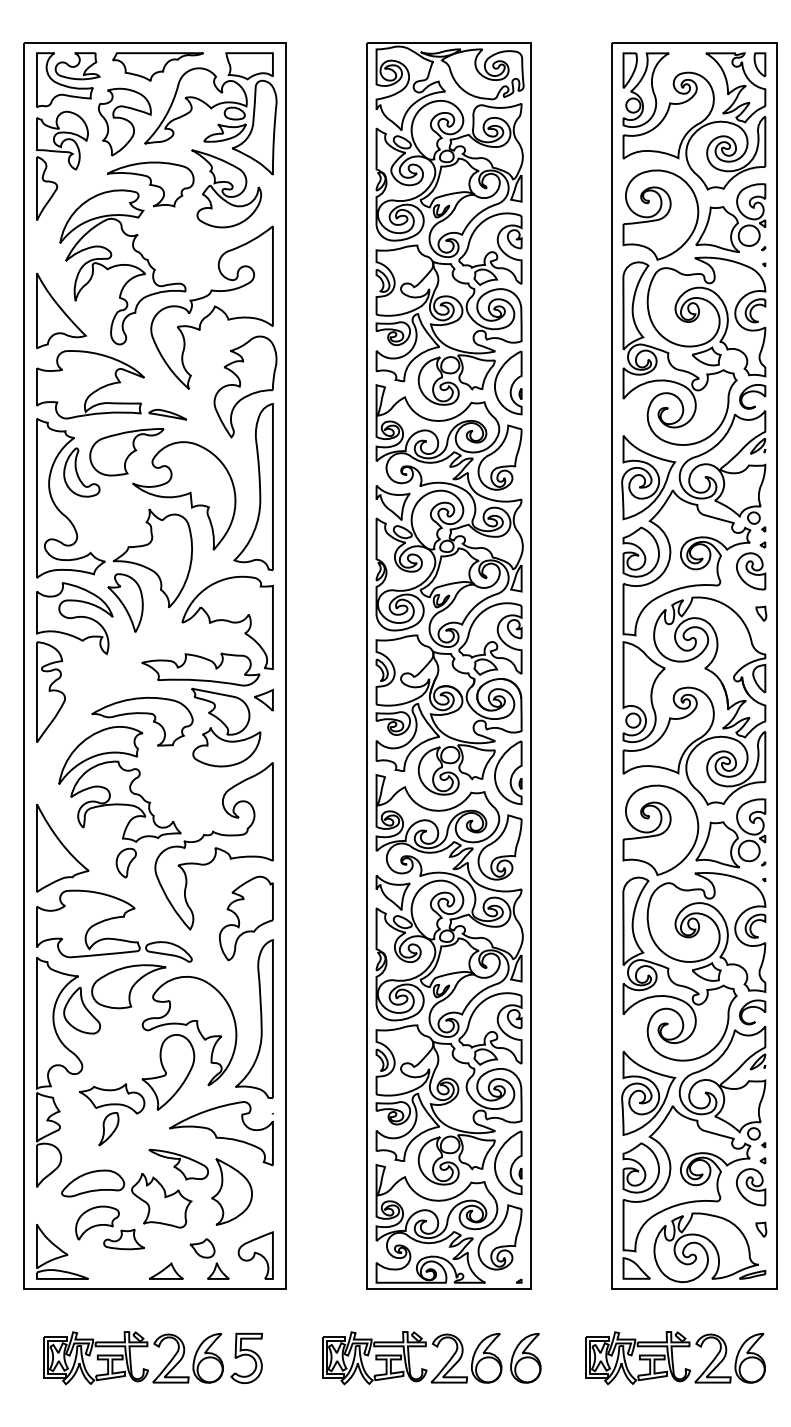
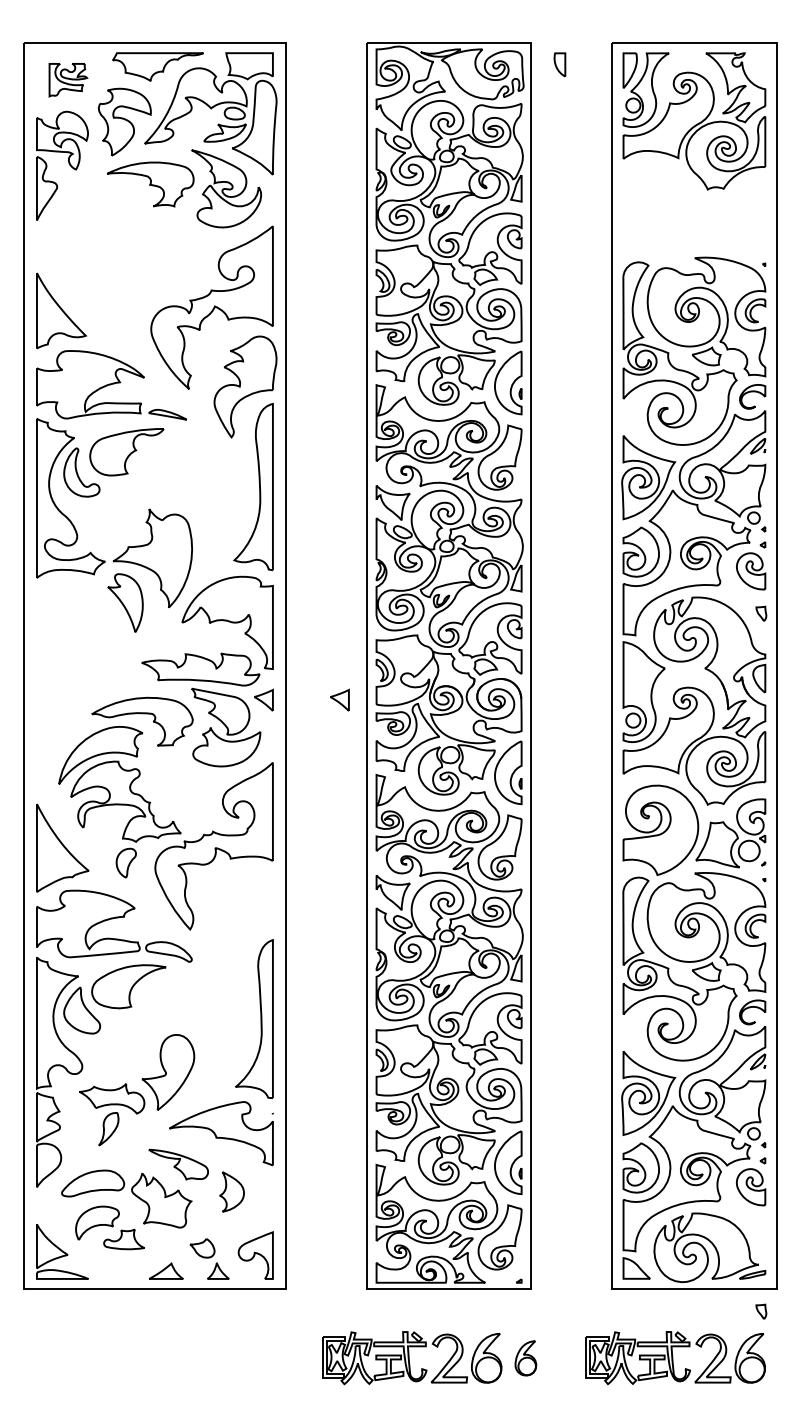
part at (759, 64) position: (759, 64) -> (559, 64)
part at (68, 79) size: 65x56 px -> 41x35 px
part at (694, 214): present -> none
part at (122, 267): present -> none
part at (184, 495): present -> none
part at (63, 661): present -> none
part at (339, 699): none -> present
part at (246, 918): present -> none
part at (187, 1025): present -> none
part at (231, 1191) size: 42x68 px -> 26x42 px
part at (761, 1229) position: (761, 1229) -> (761, 1311)
part at (525, 1358) size: 32x51 px -> 24x37 px
part at (148, 1369): present -> none
